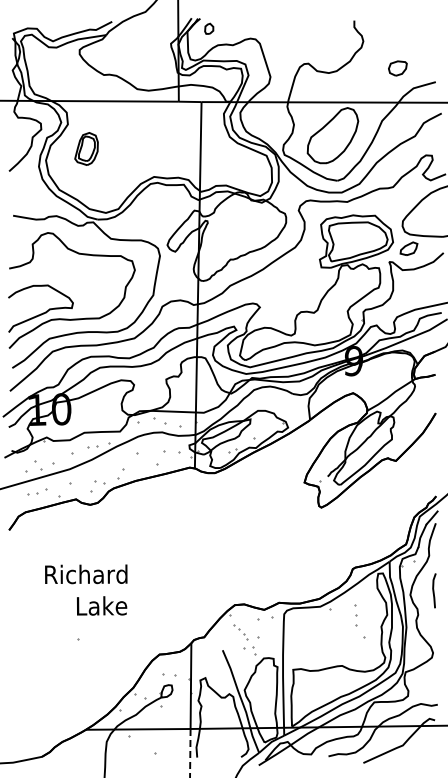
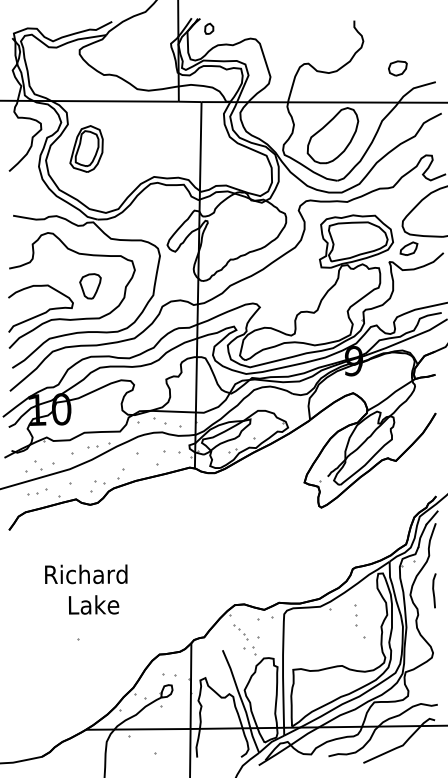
part at (86, 148) size: 25x34 px -> 35x48 px
part at (90, 286): none -> present
text at (102, 605) position: (102, 605) -> (94, 604)
line at (190, 753): dashed -> solid
